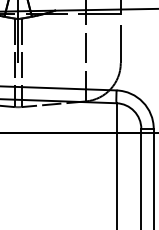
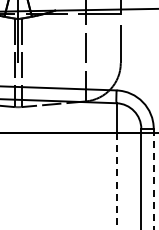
line at (153, 179): solid -> dashed
line at (116, 181): solid -> dashed
